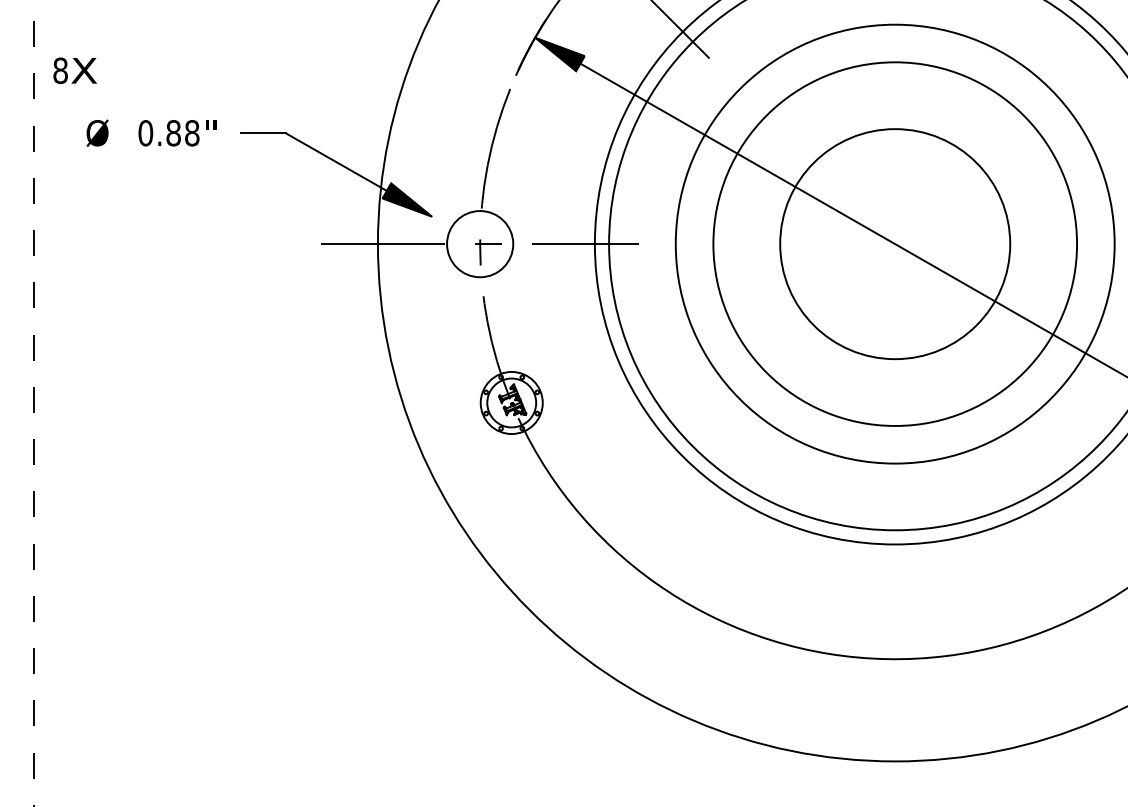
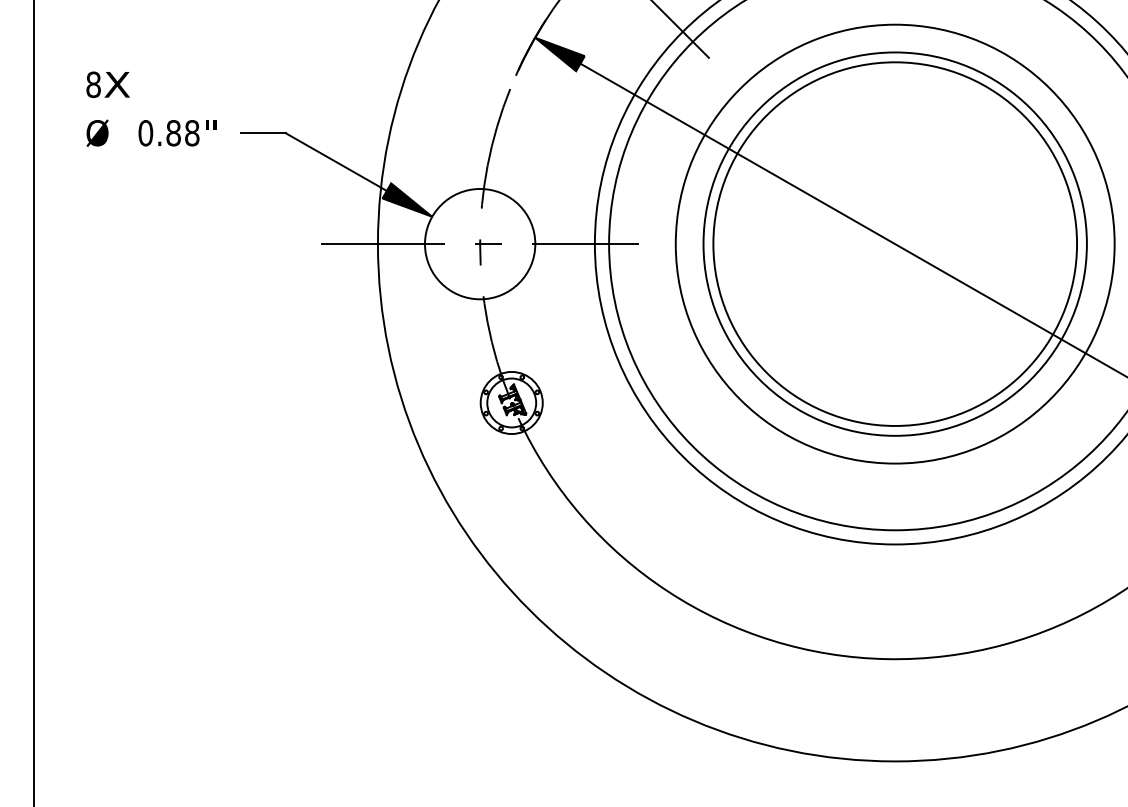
text at (74, 70) position: (74, 70) -> (107, 84)
circle at (480, 244) diameter: 66 px -> 110 px
circle at (895, 244) diameter: 230 px -> 383 px
line at (33, 403): dashed -> solid
